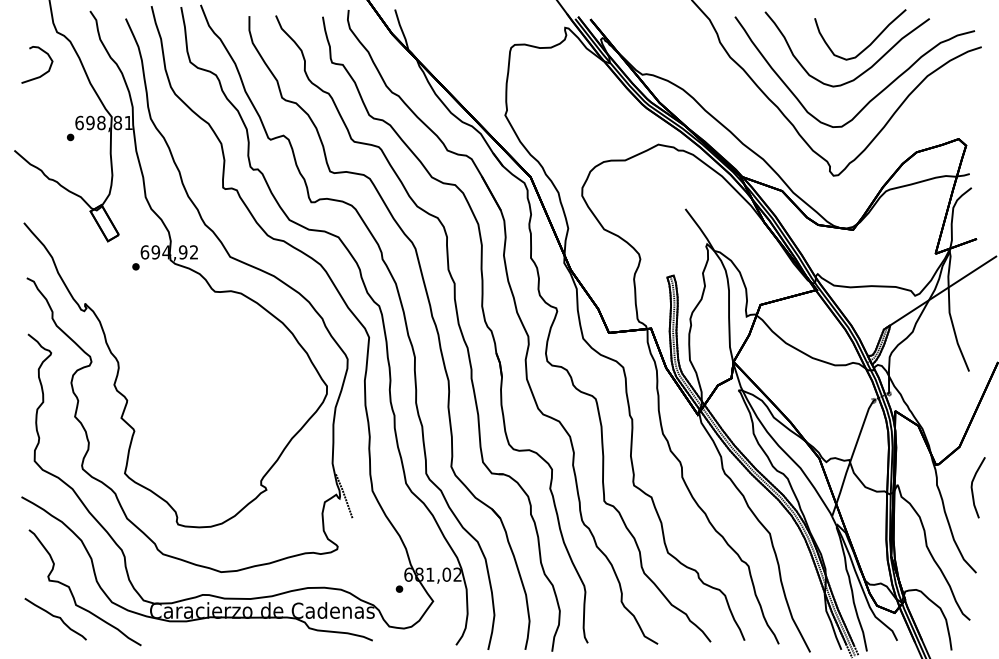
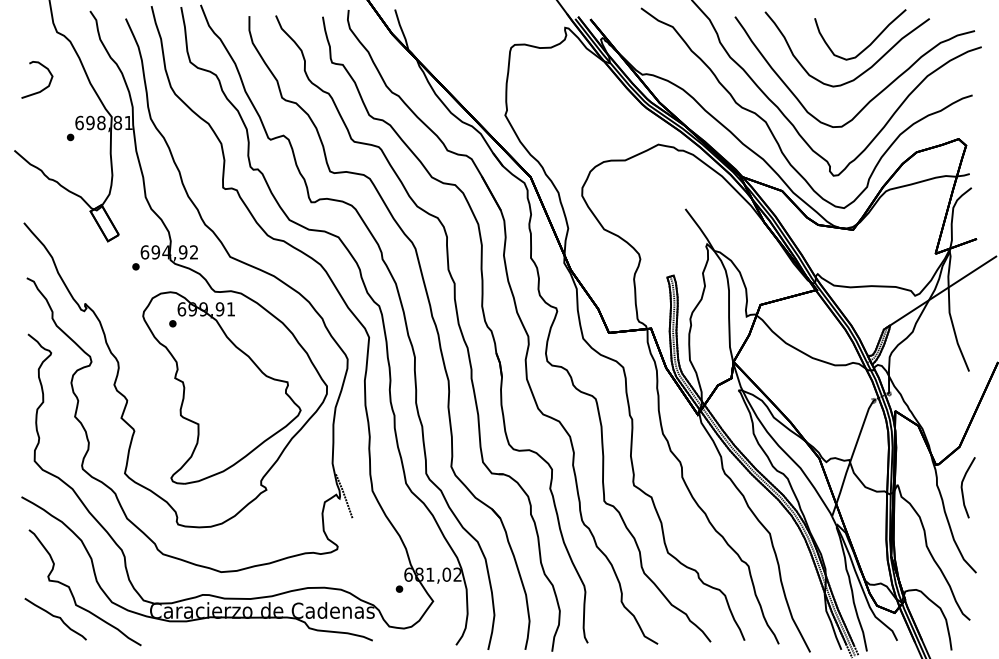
part at (44, 72) position: (44, 72) -> (44, 87)
curve at (769, 126): none -> present
part at (221, 387): none -> present
curve at (972, 487) position: (972, 487) -> (962, 487)
